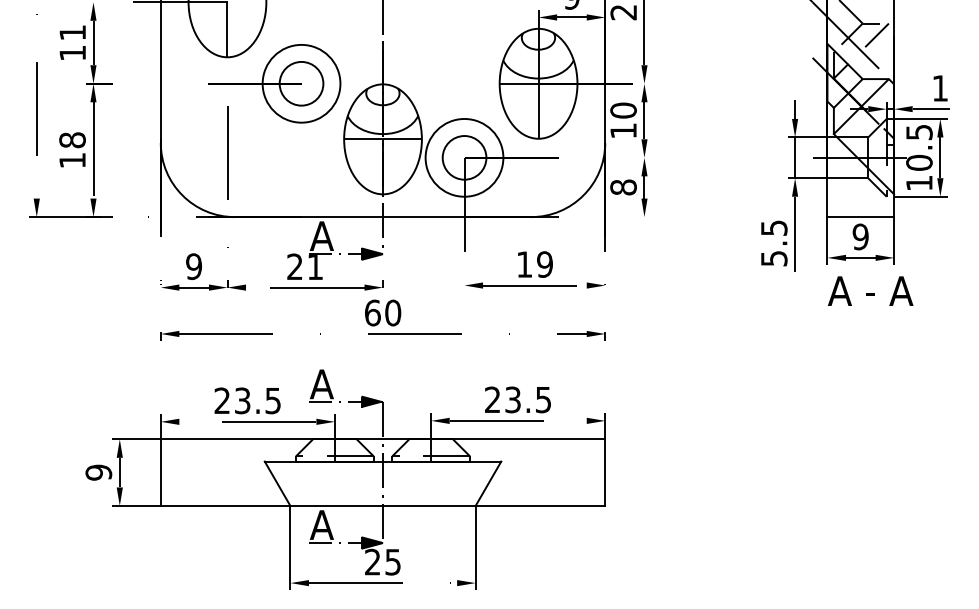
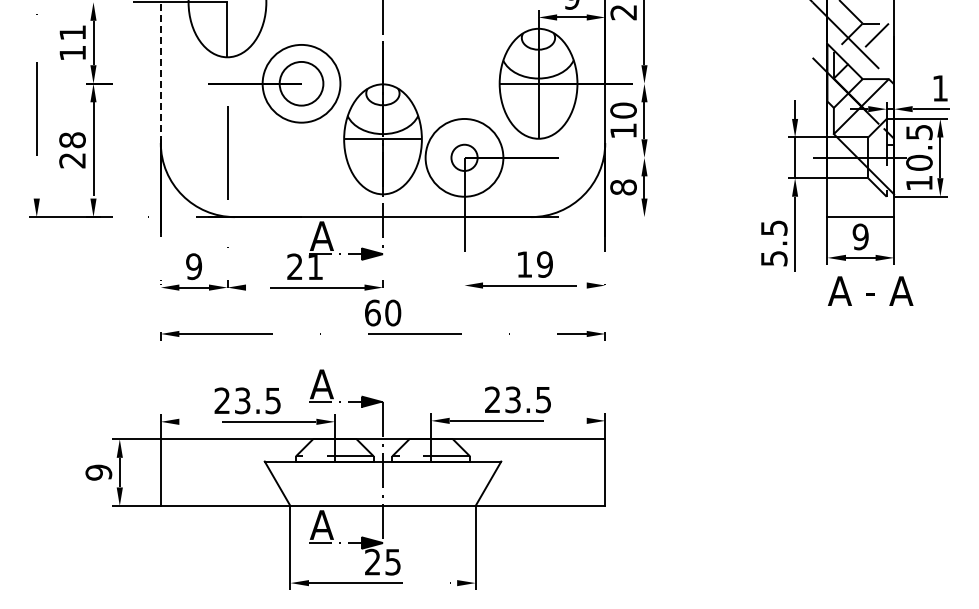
line at (160, 71): solid -> dashed
circle at (464, 157) diameter: 44 px -> 26 px
text at (72, 160): 18 -> 28
